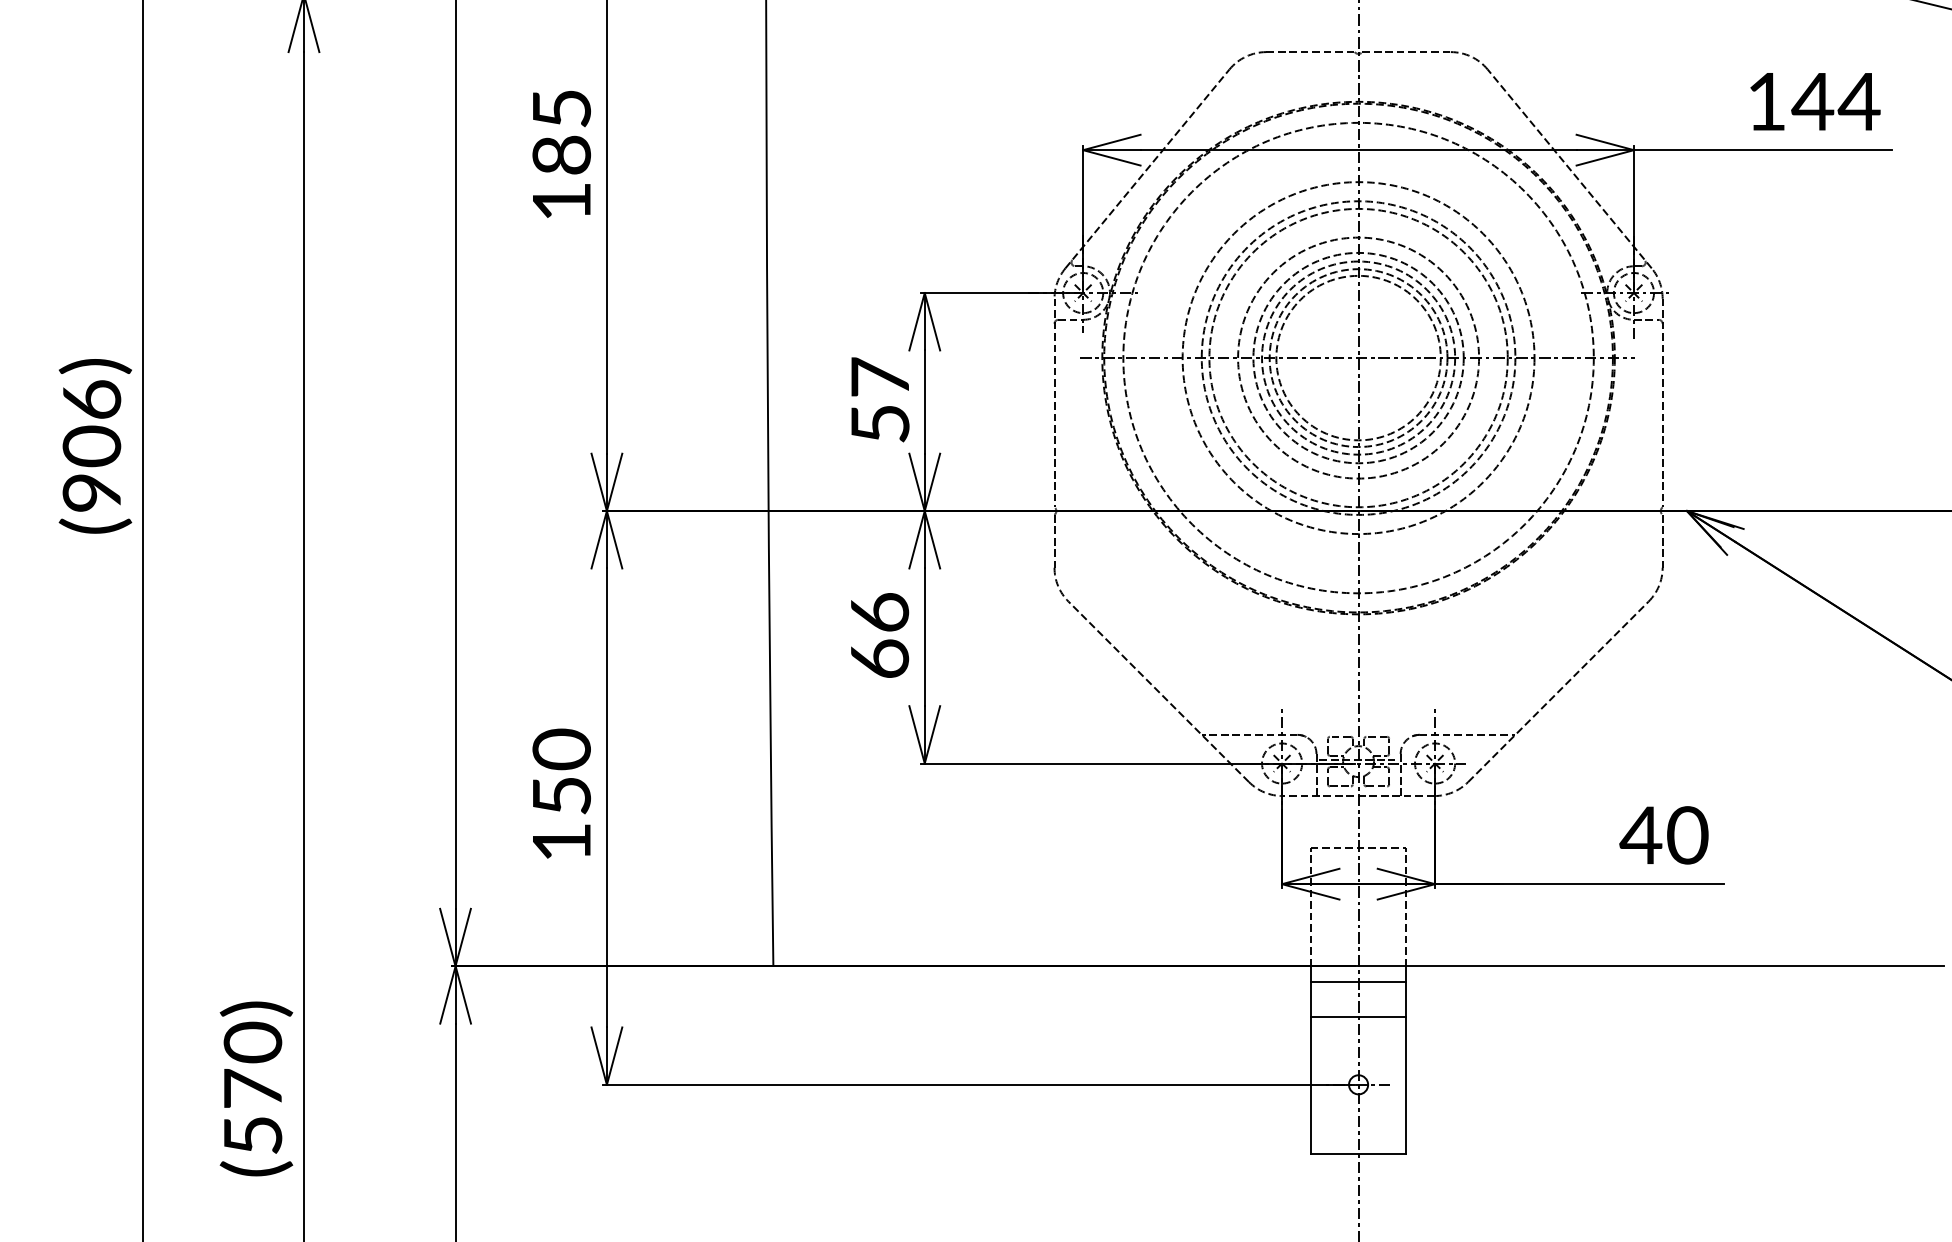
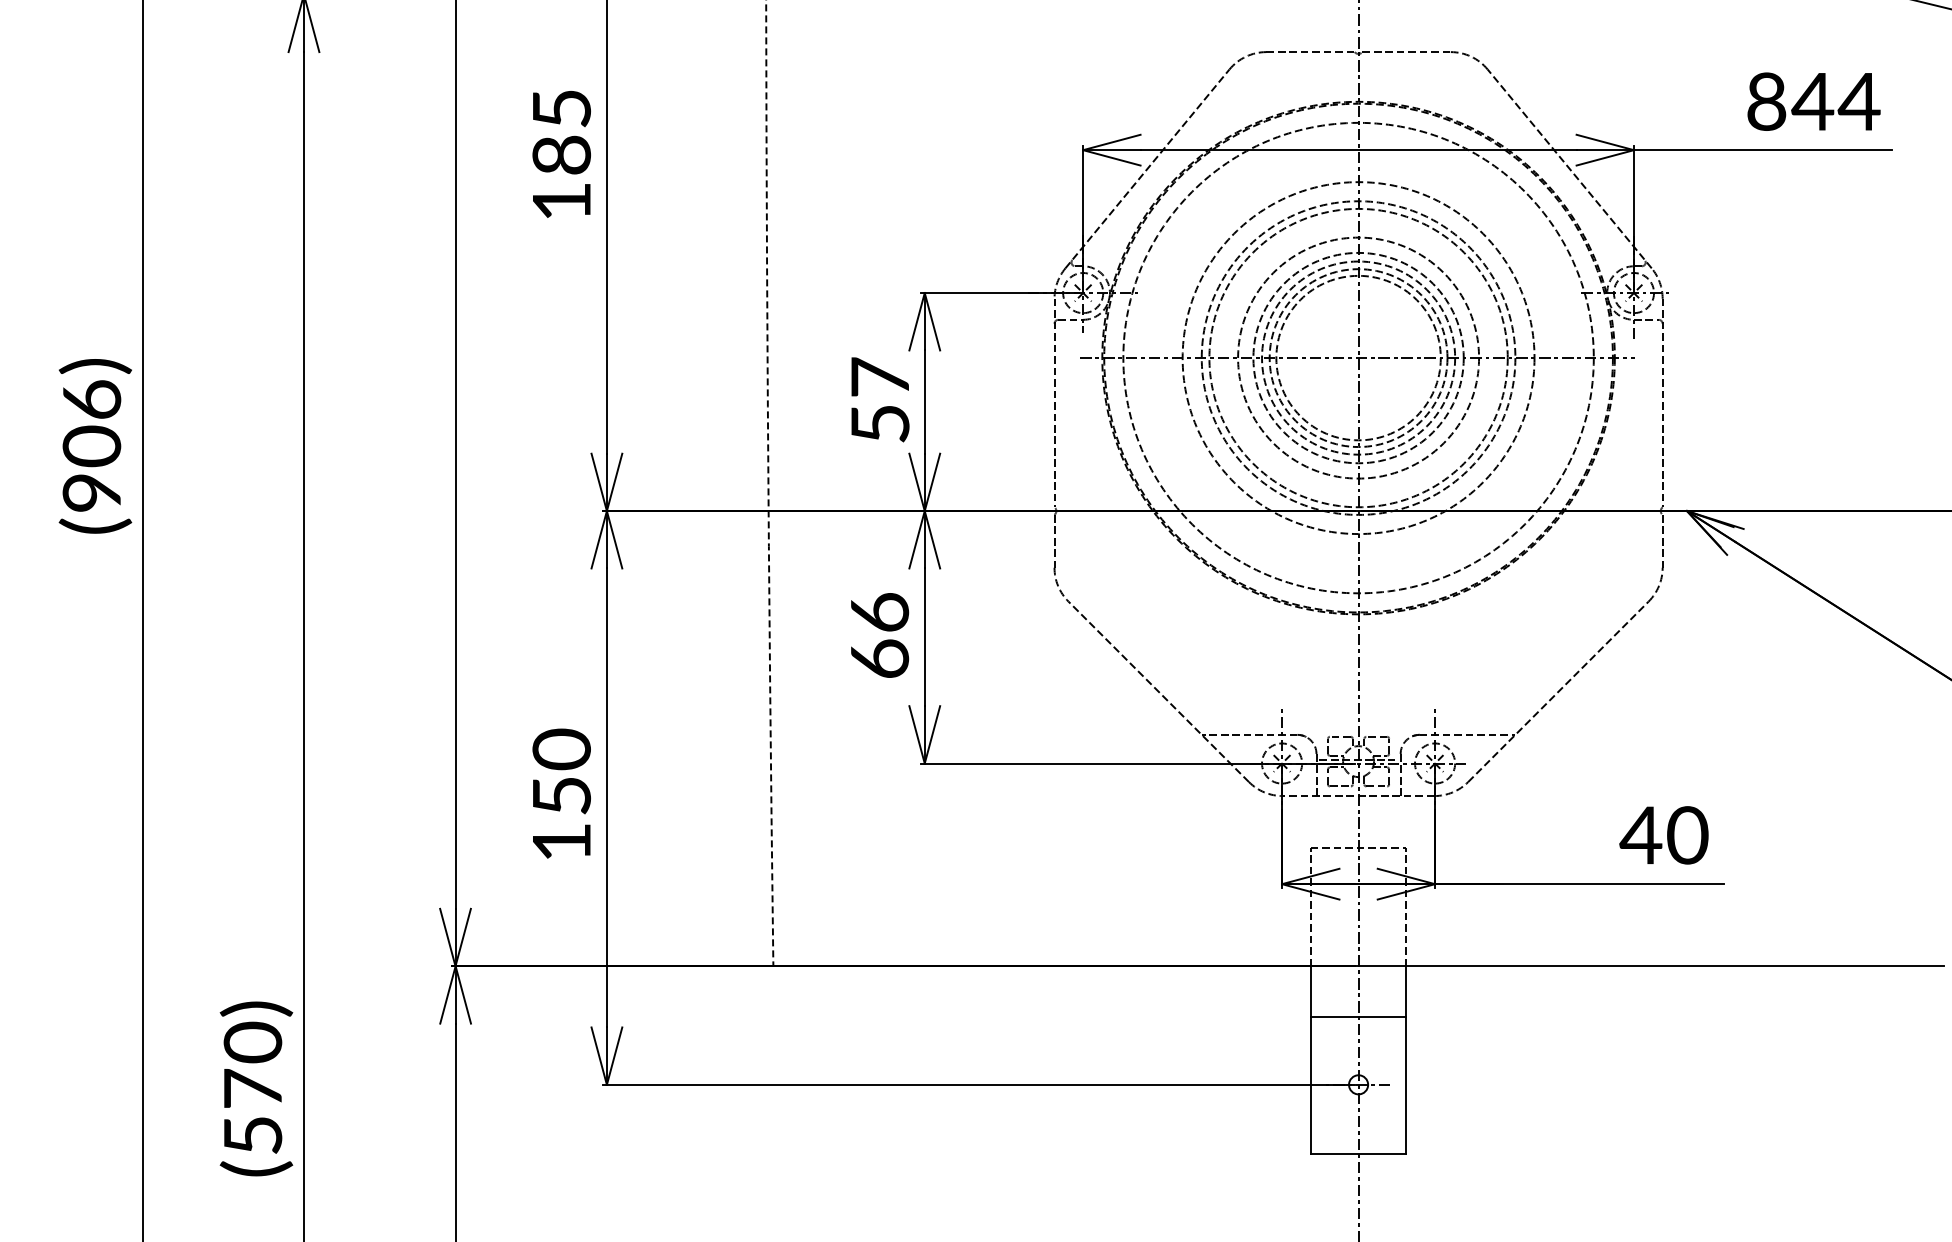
text at (1766, 101): 144 -> 844
arc at (768, 482): solid -> dashed
line at (1358, 981): present -> none
